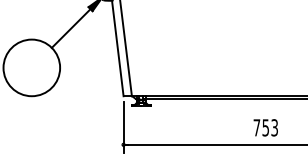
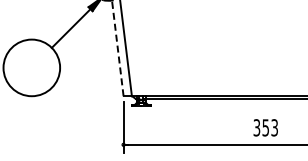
line at (117, 47): solid -> dashed
text at (256, 127): 753 -> 353
